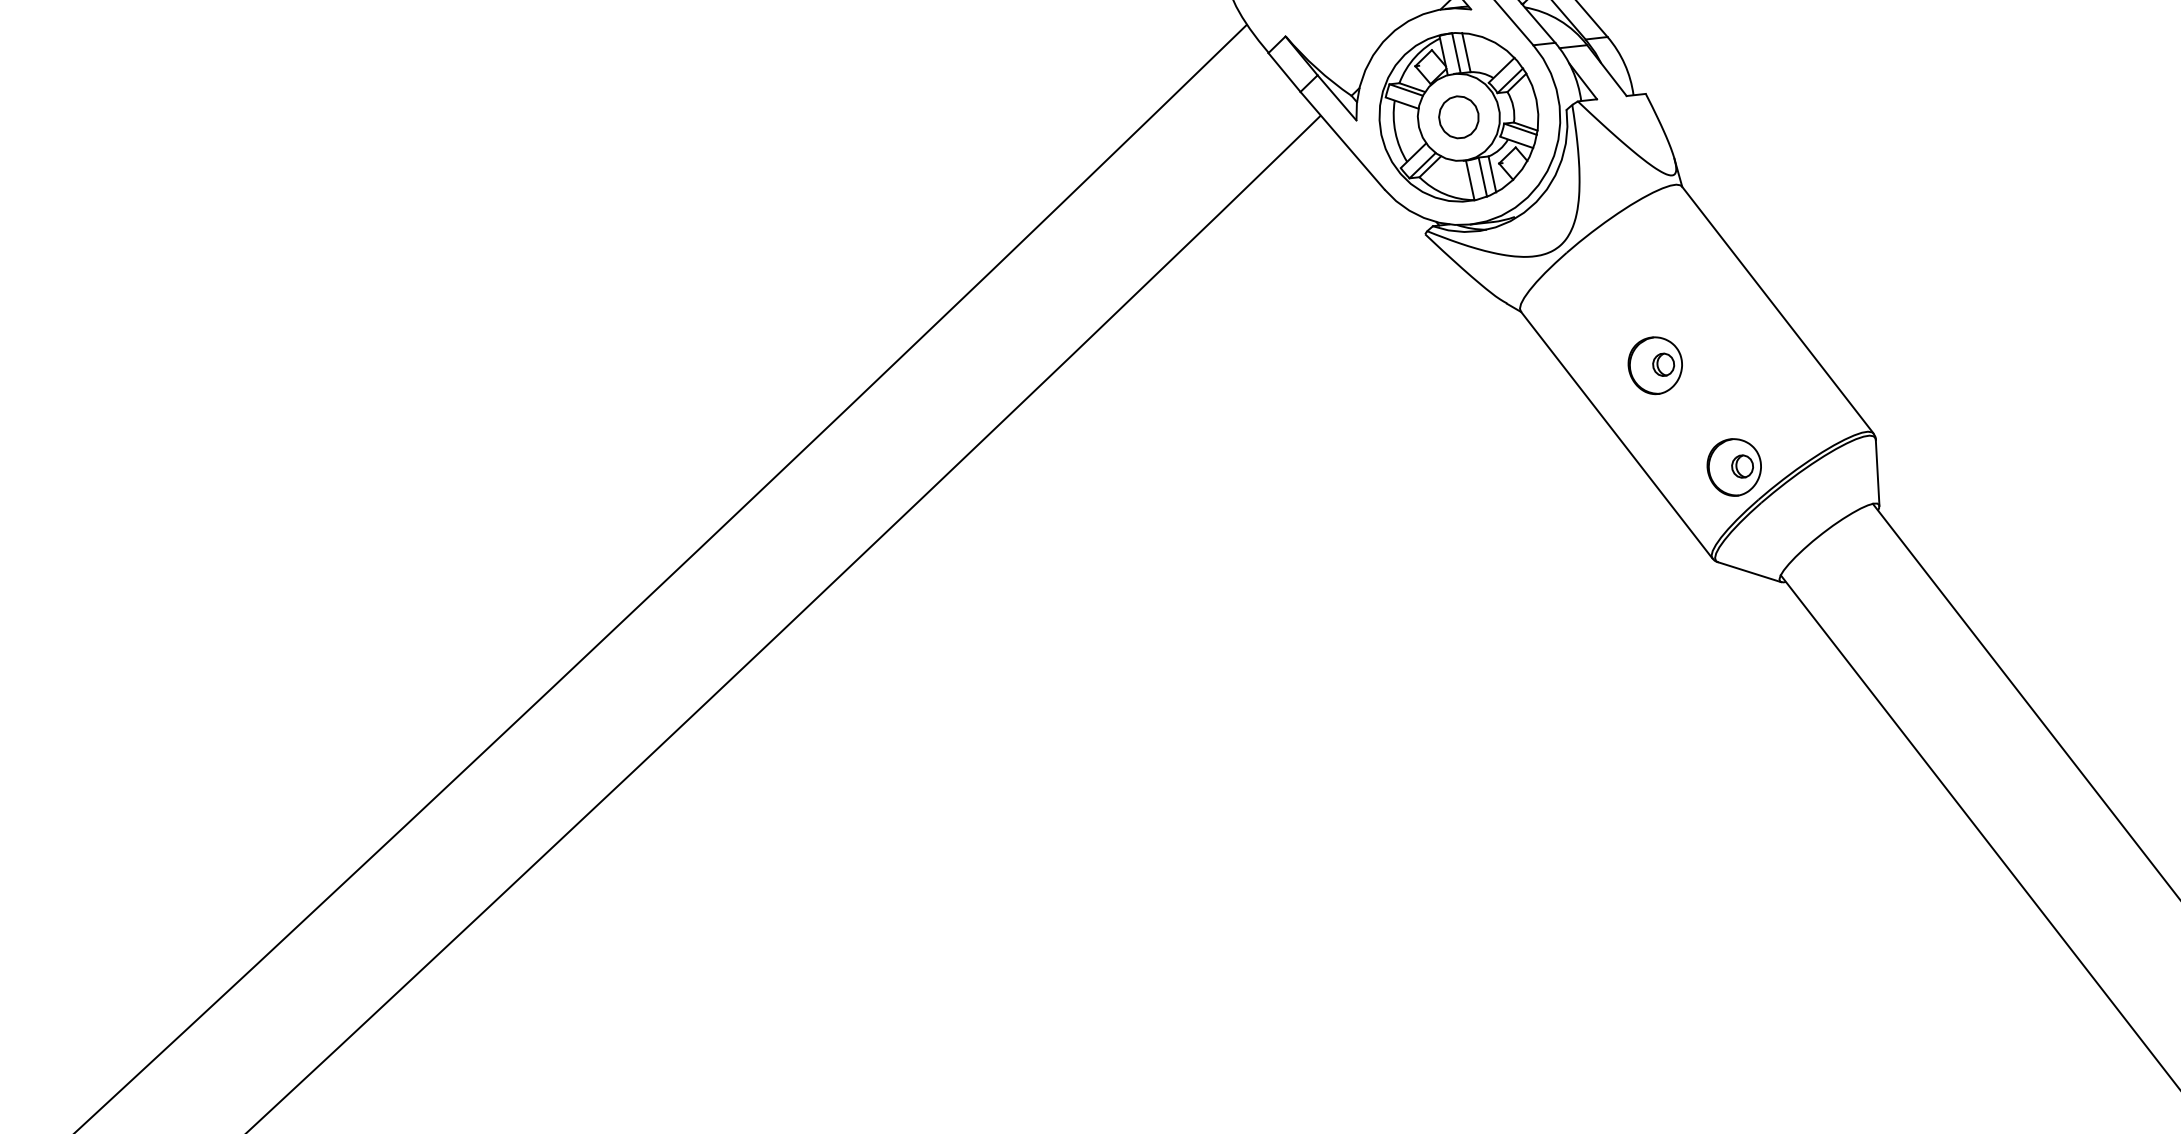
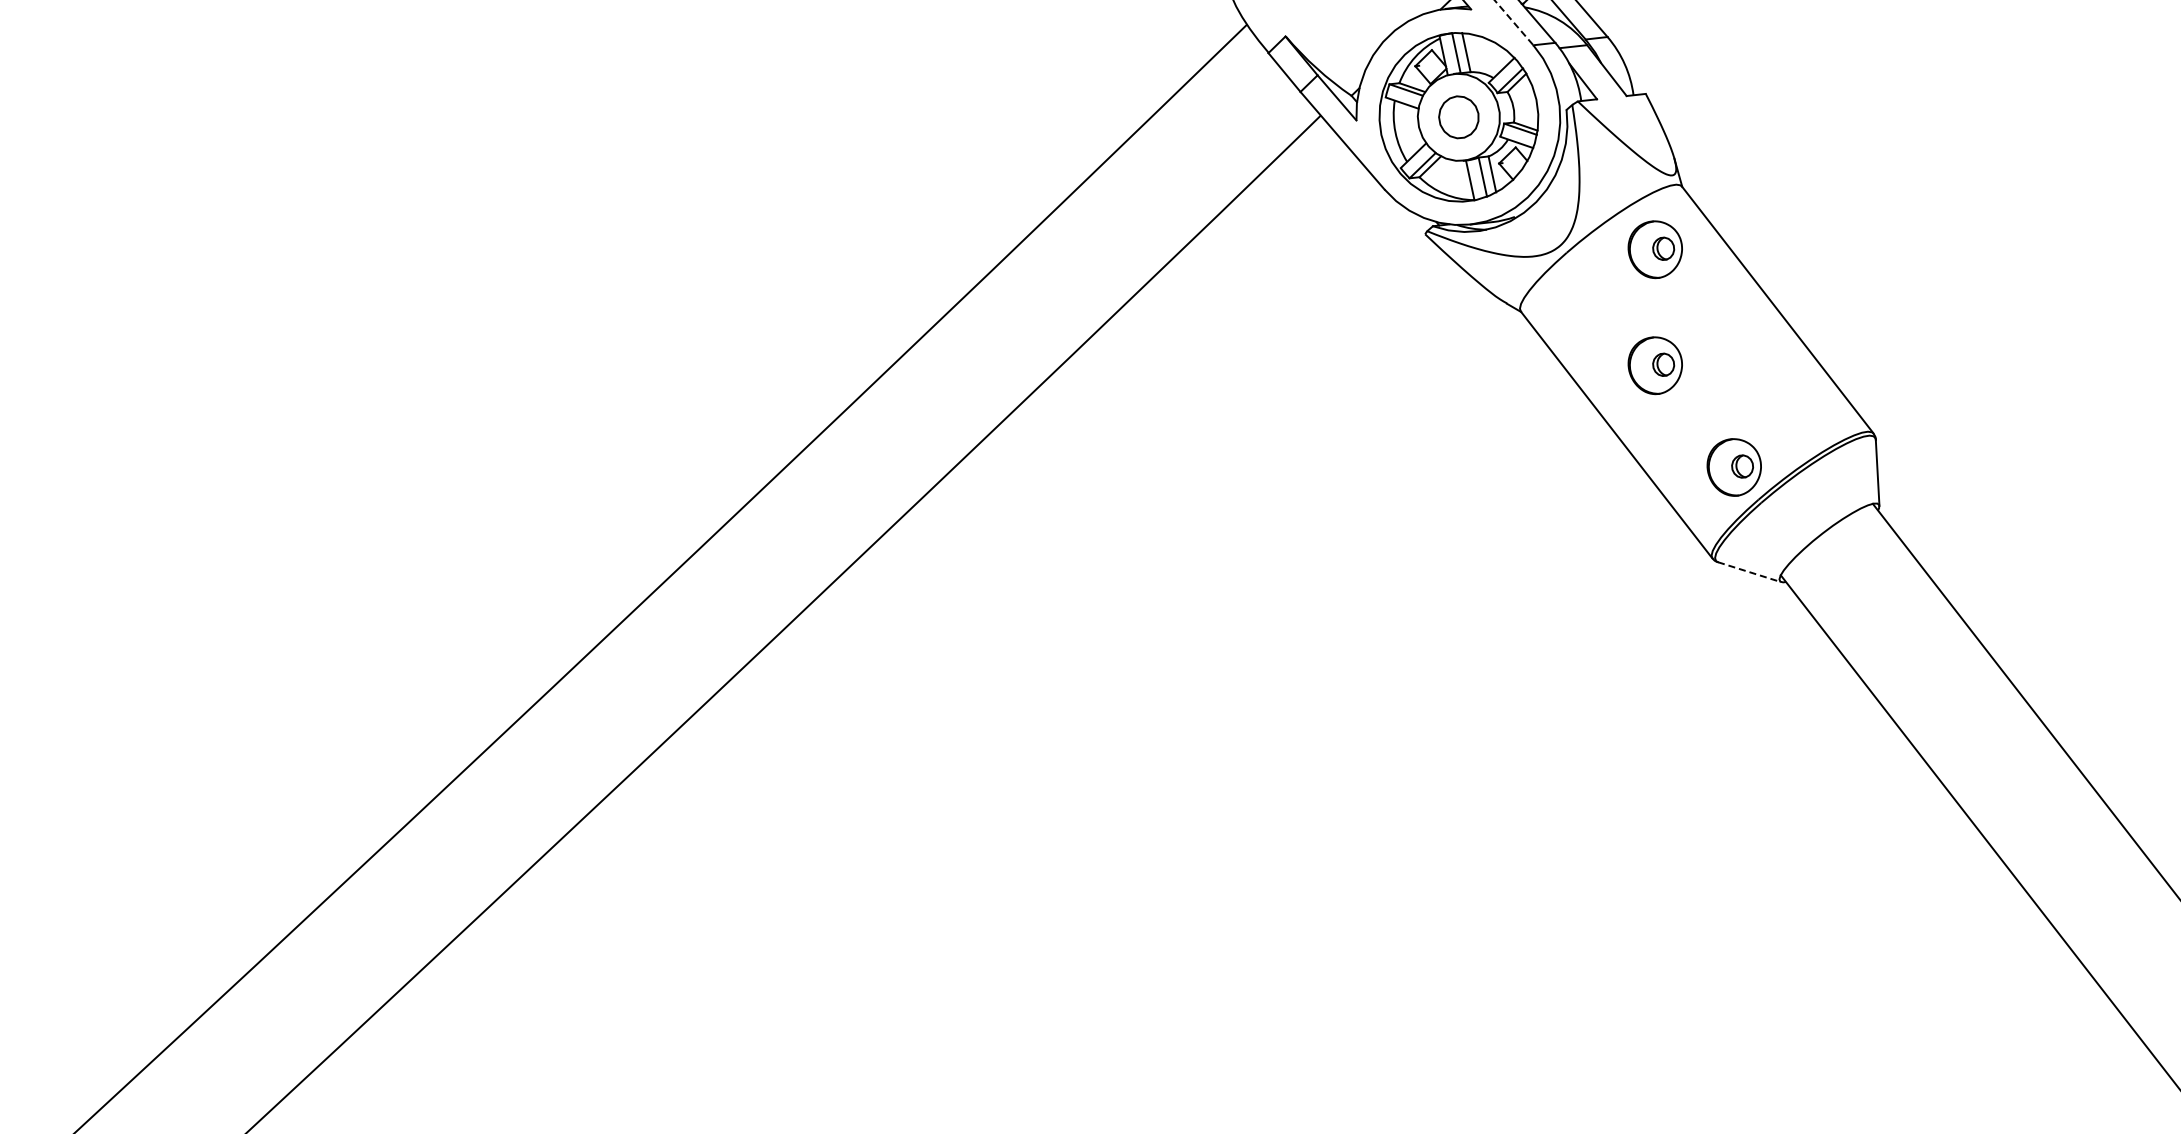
line at (1514, 23): solid -> dashed
part at (1654, 249): none -> present
line at (1750, 572): solid -> dashed
